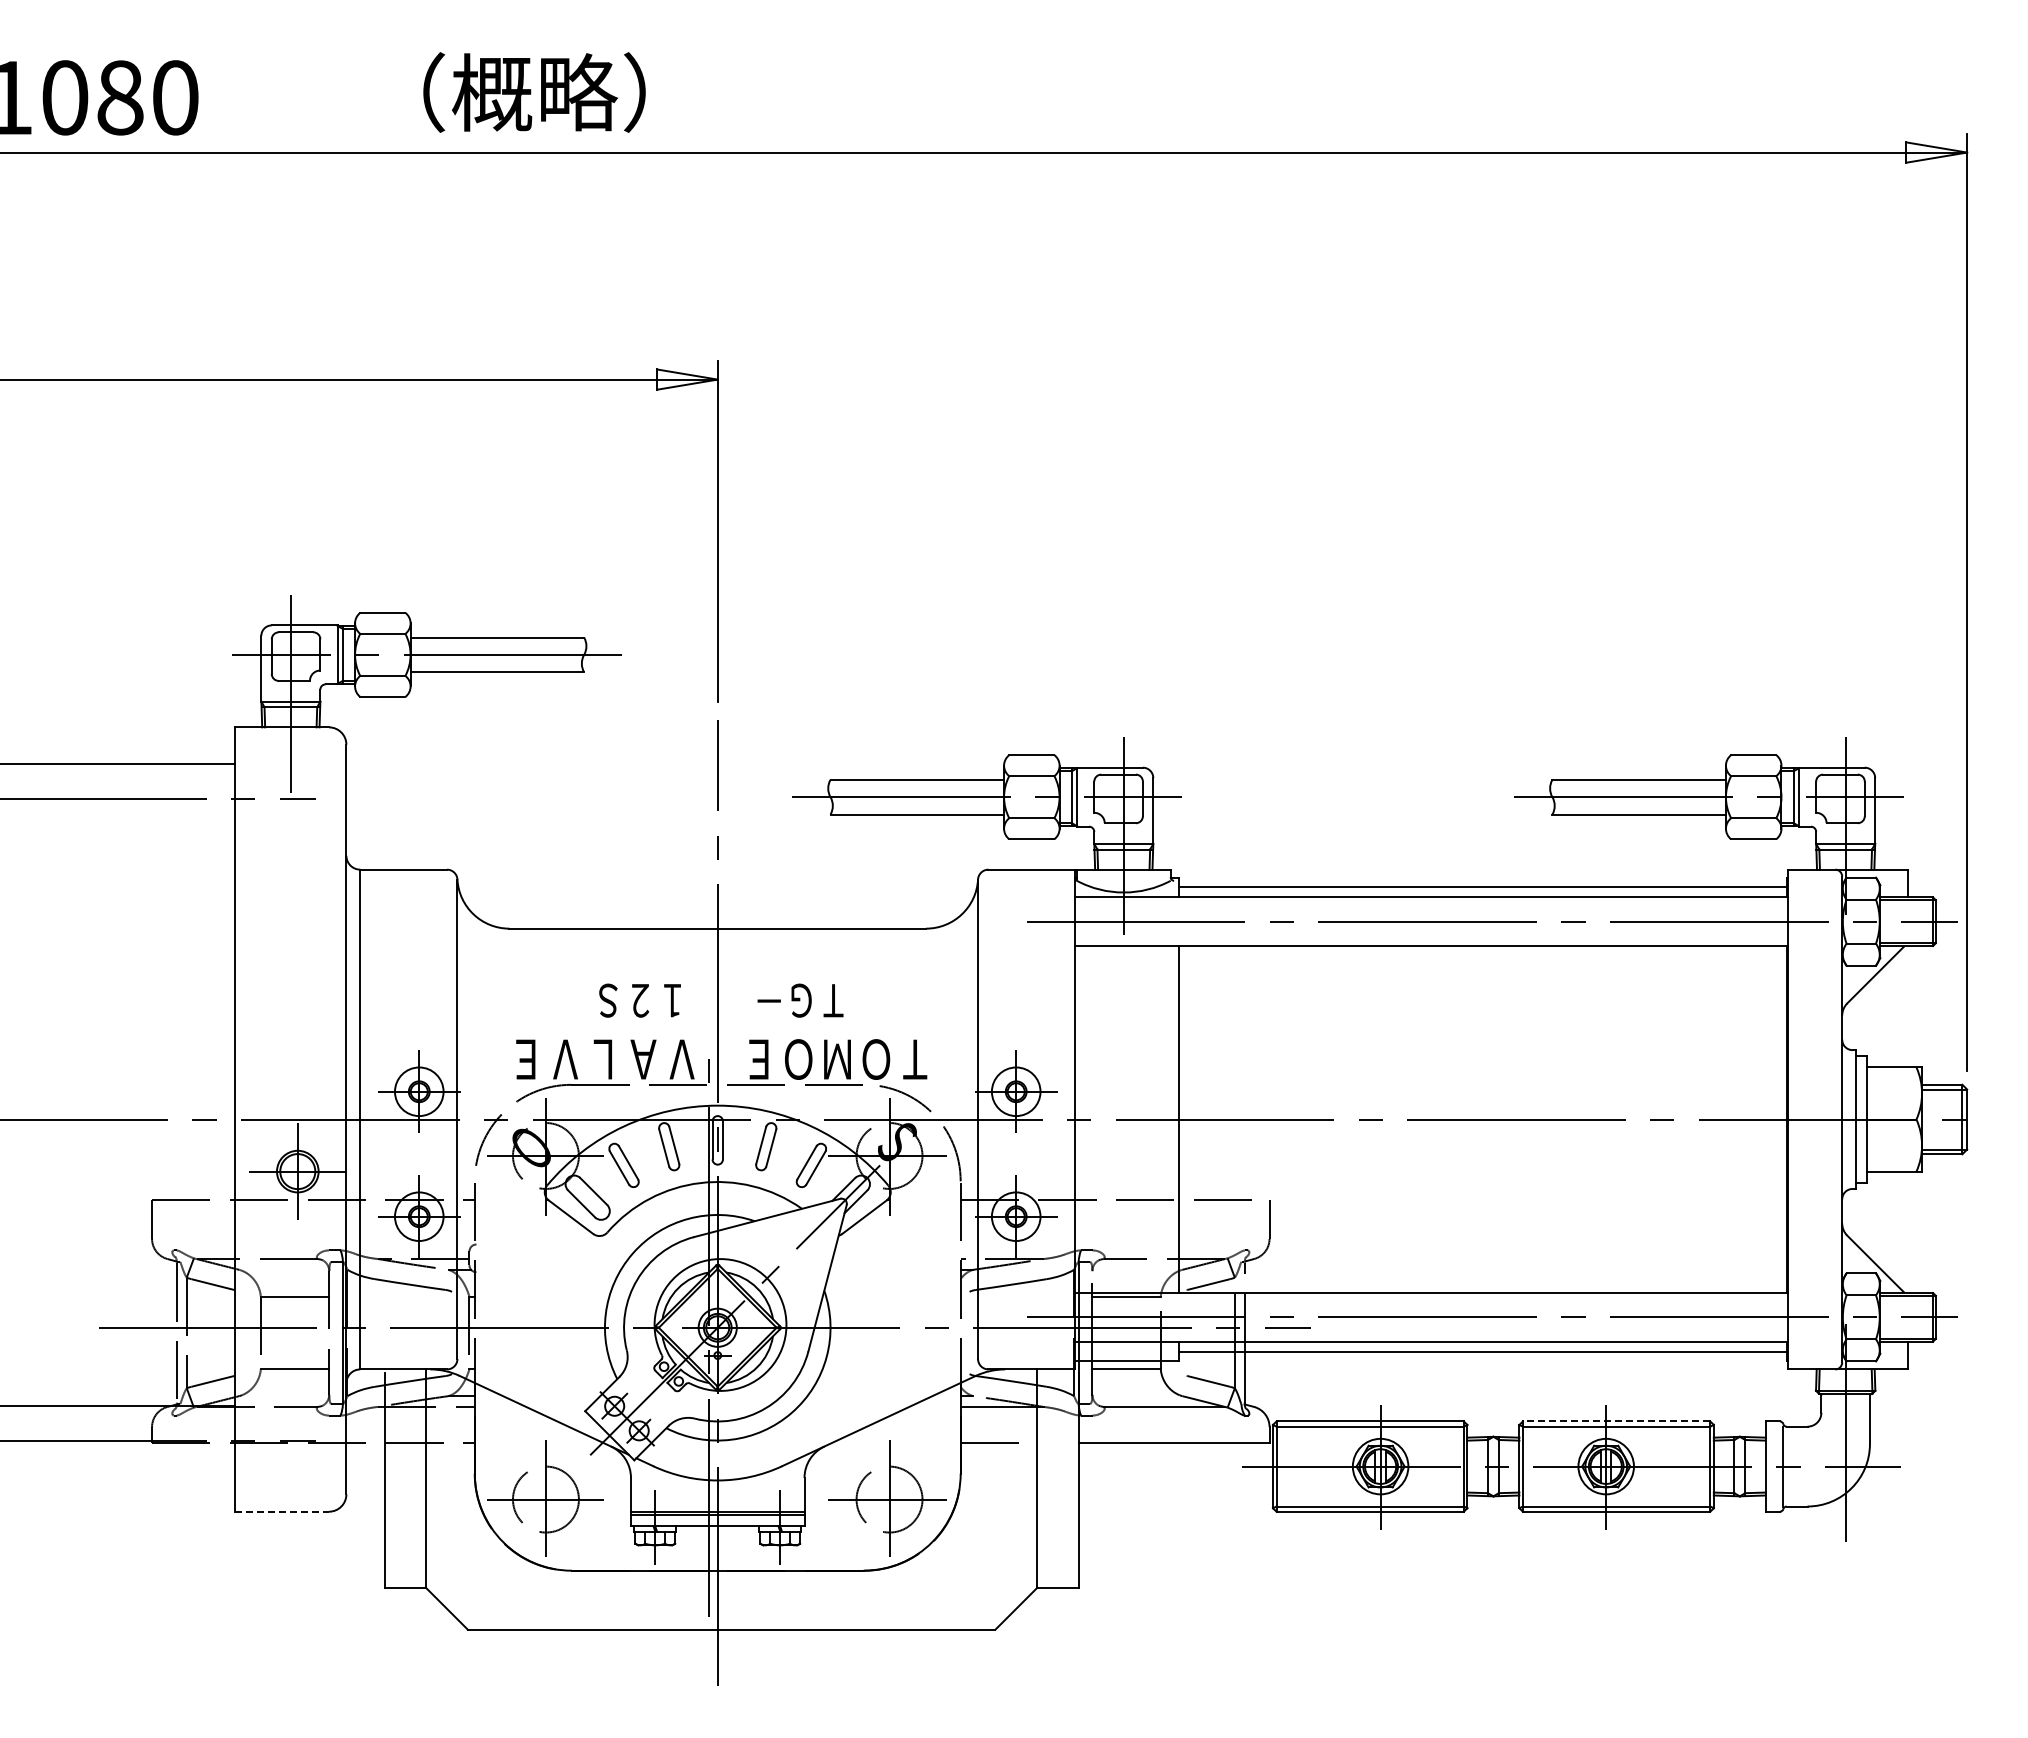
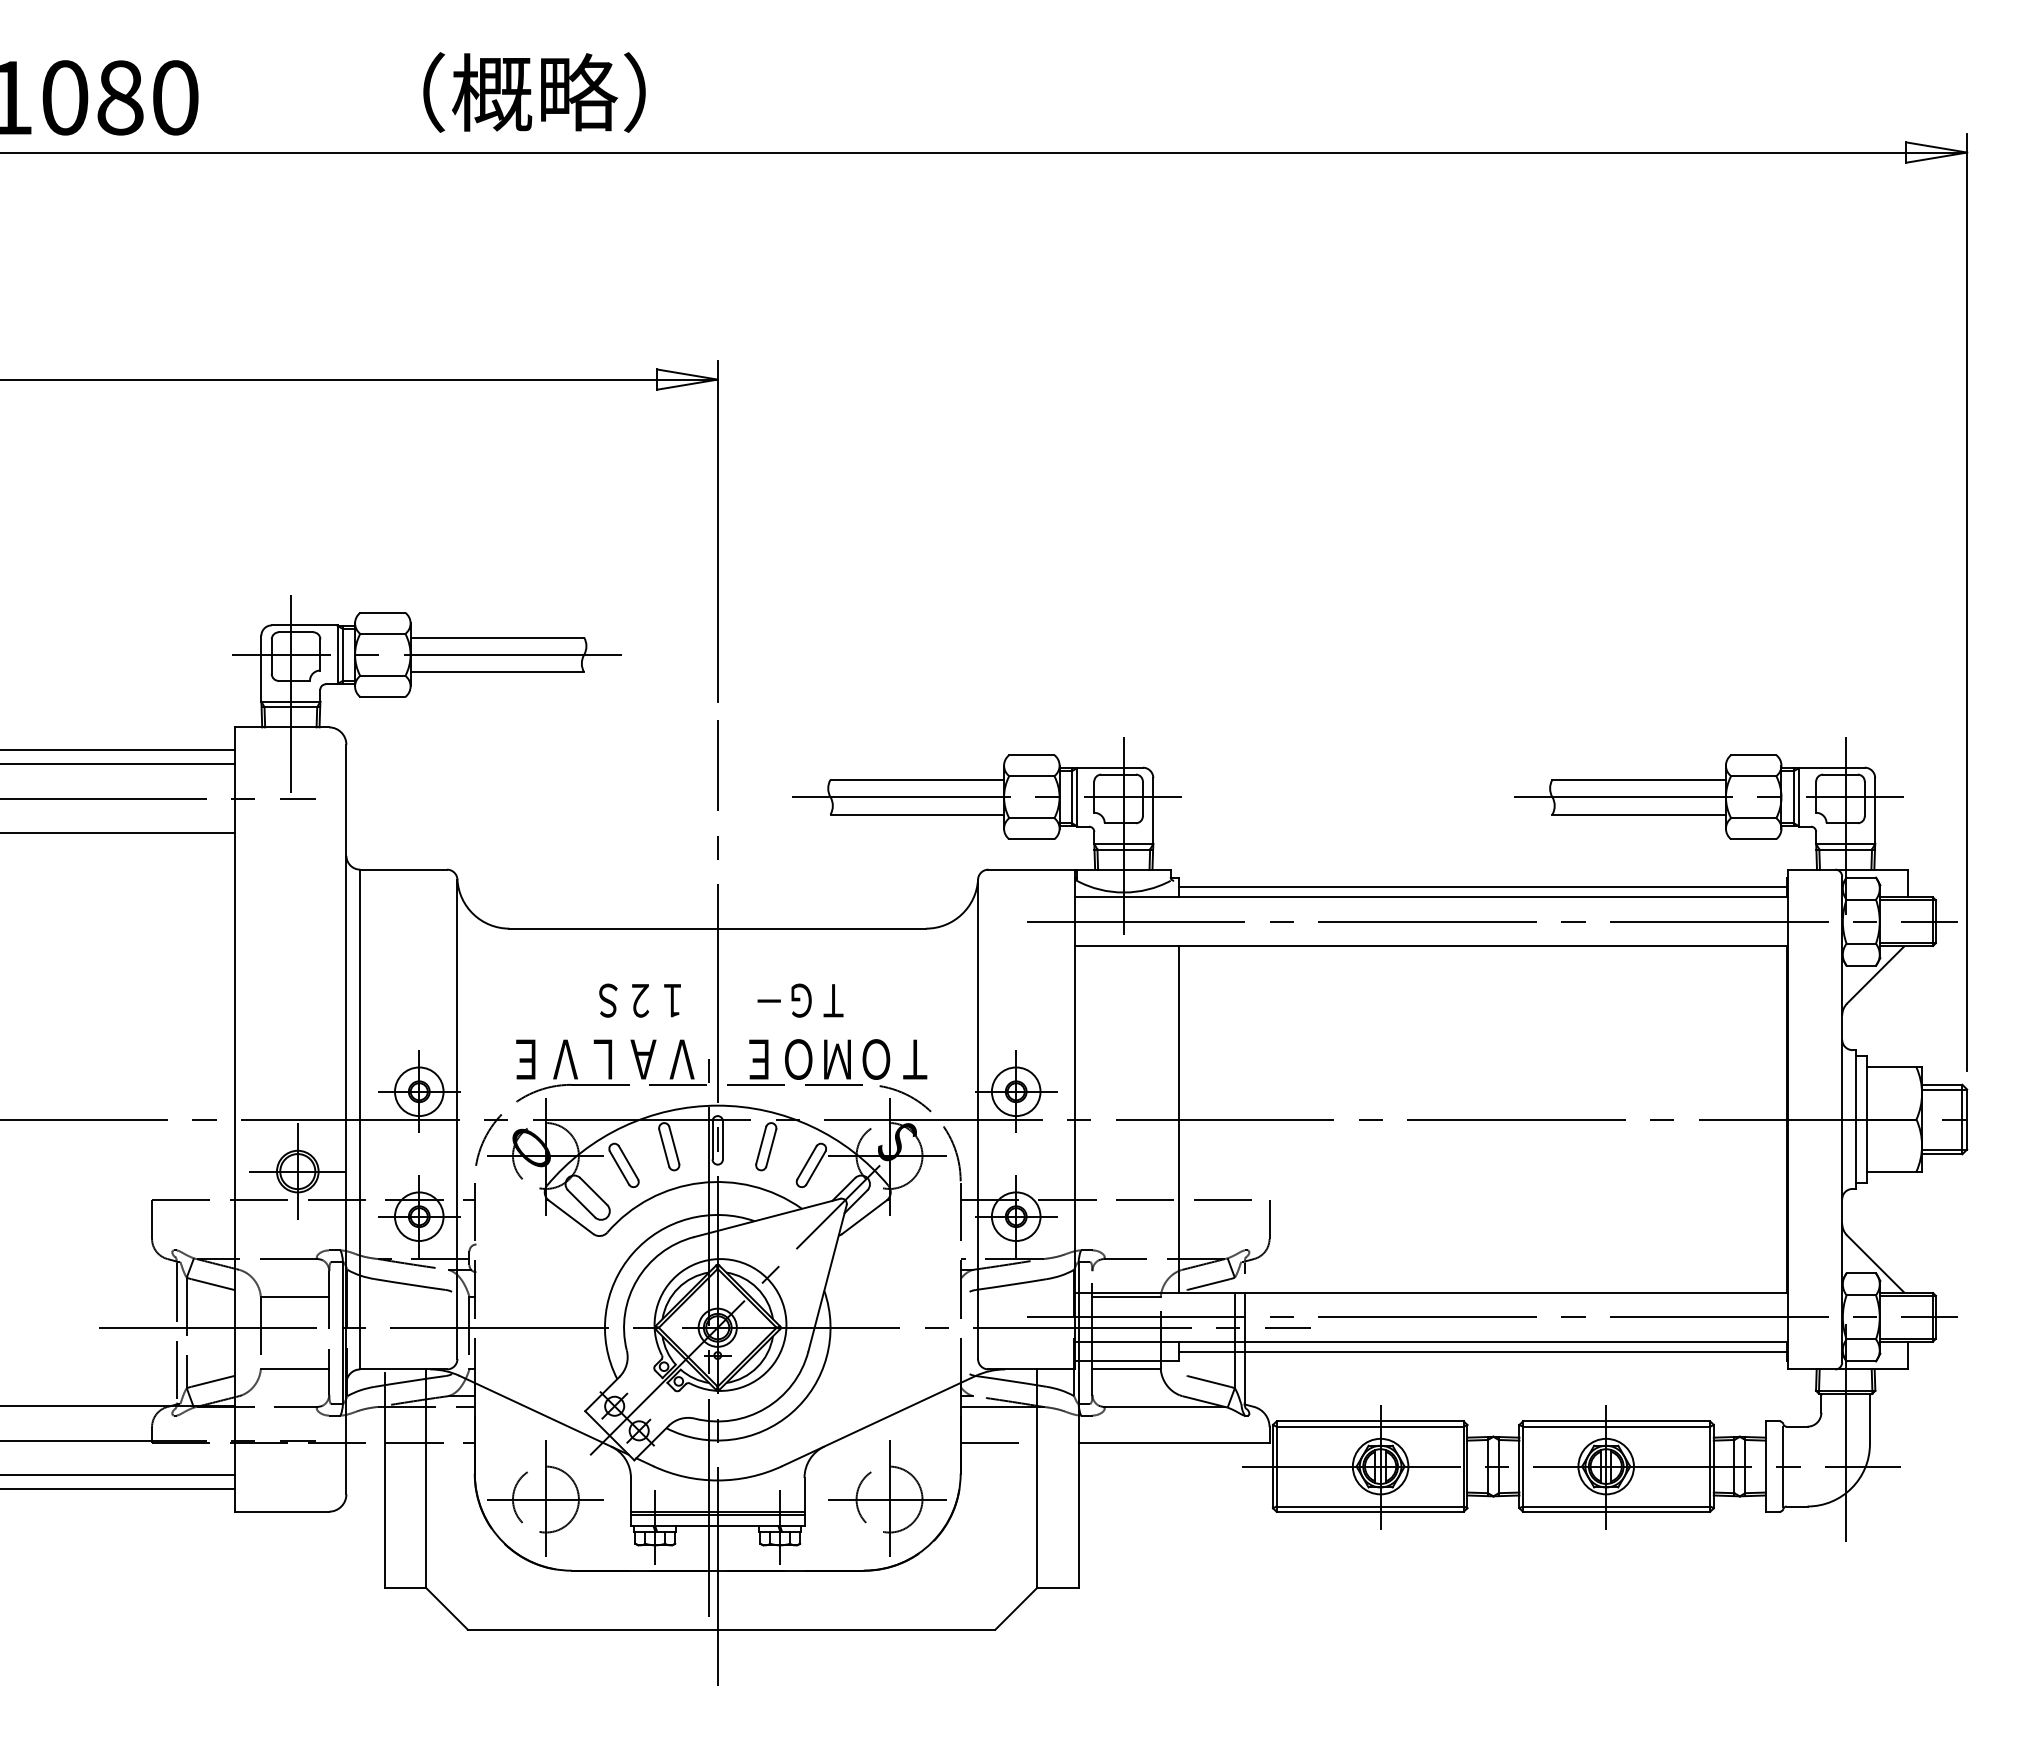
line at (118, 749): none -> present
line at (118, 833): none -> present
line at (1616, 1421): dashed -> solid
line at (118, 1475): none -> present
line at (118, 1489): none -> present
line at (282, 1511): dashed -> solid
